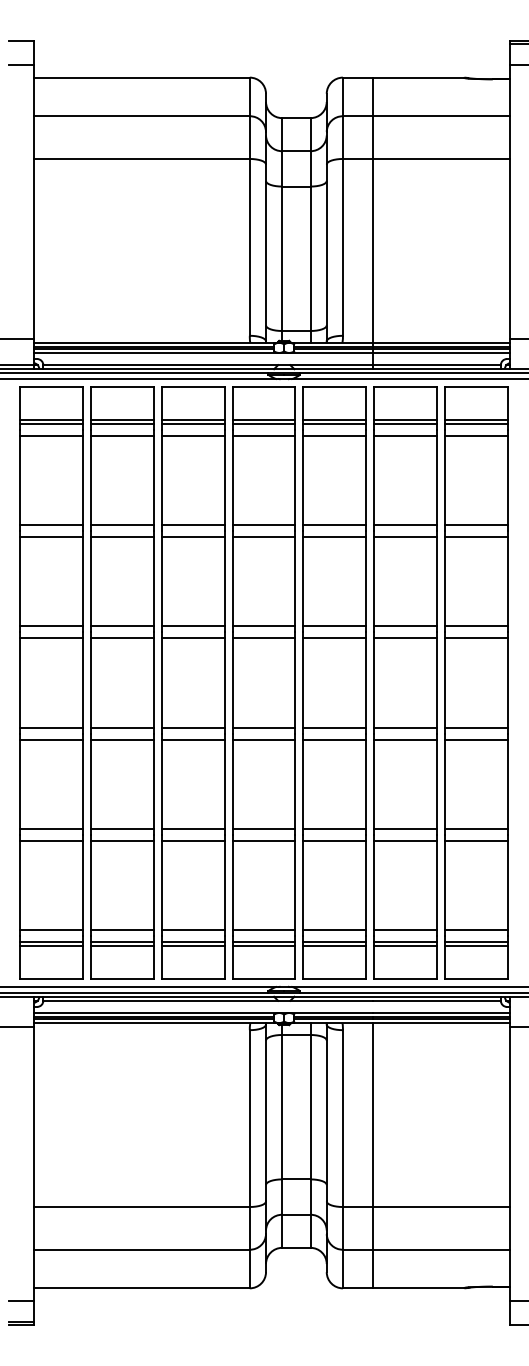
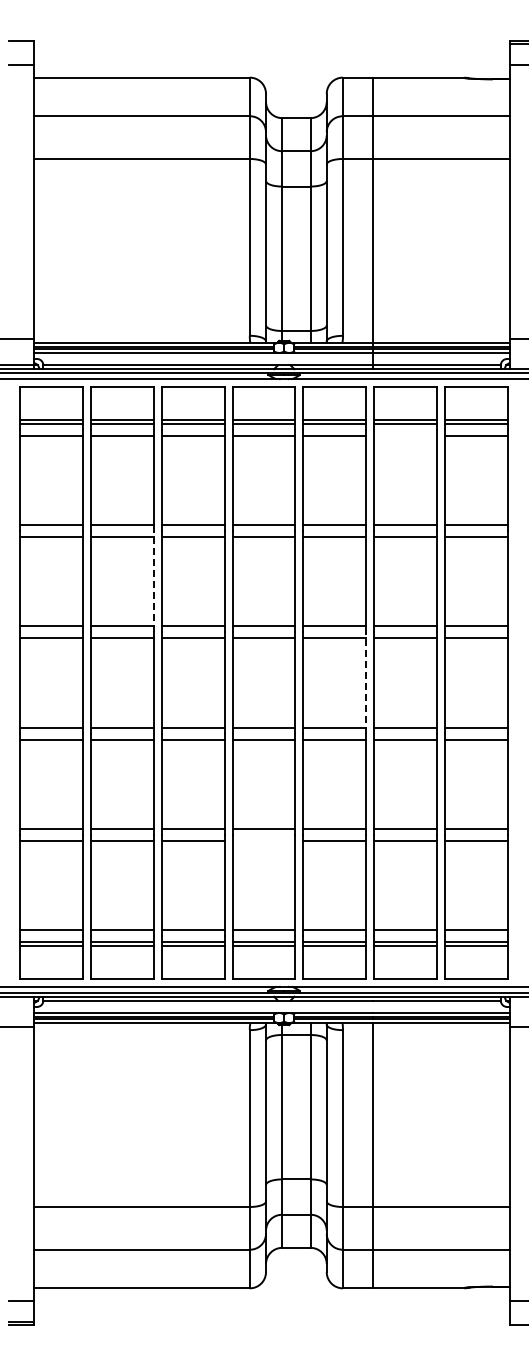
line at (405, 435): present -> none
line at (153, 581): solid -> dashed
line at (366, 682): solid -> dashed
line at (263, 840): present -> none
